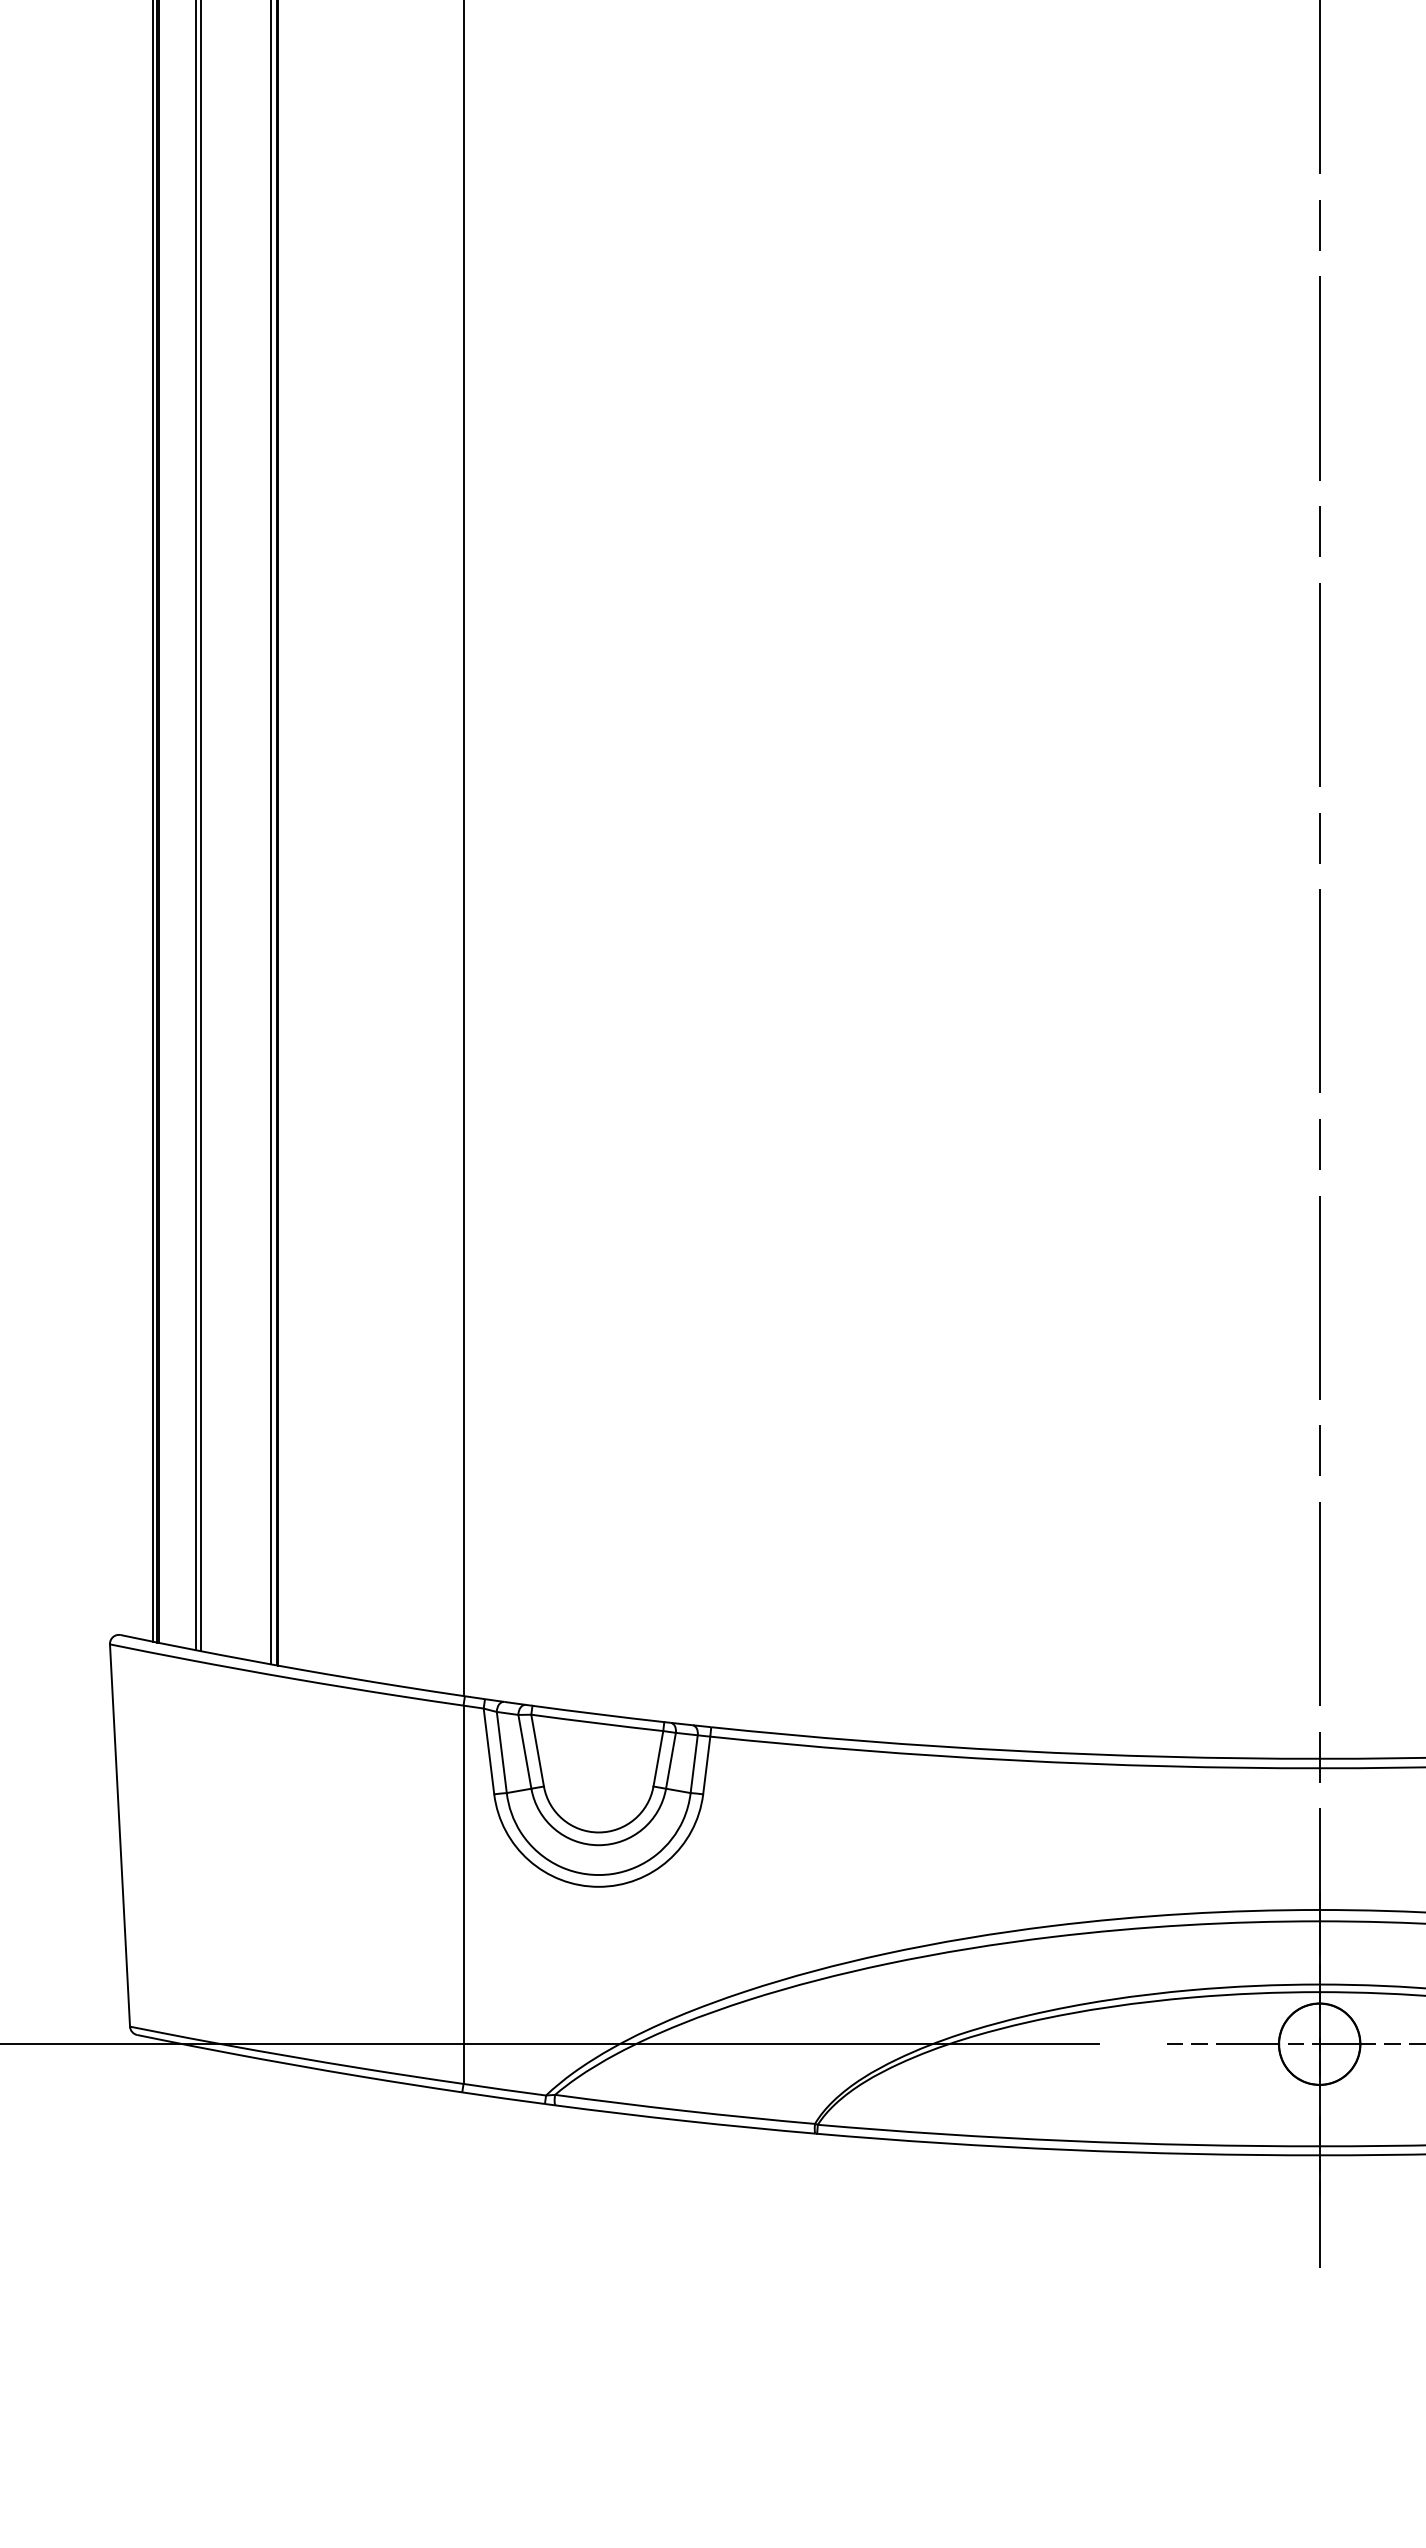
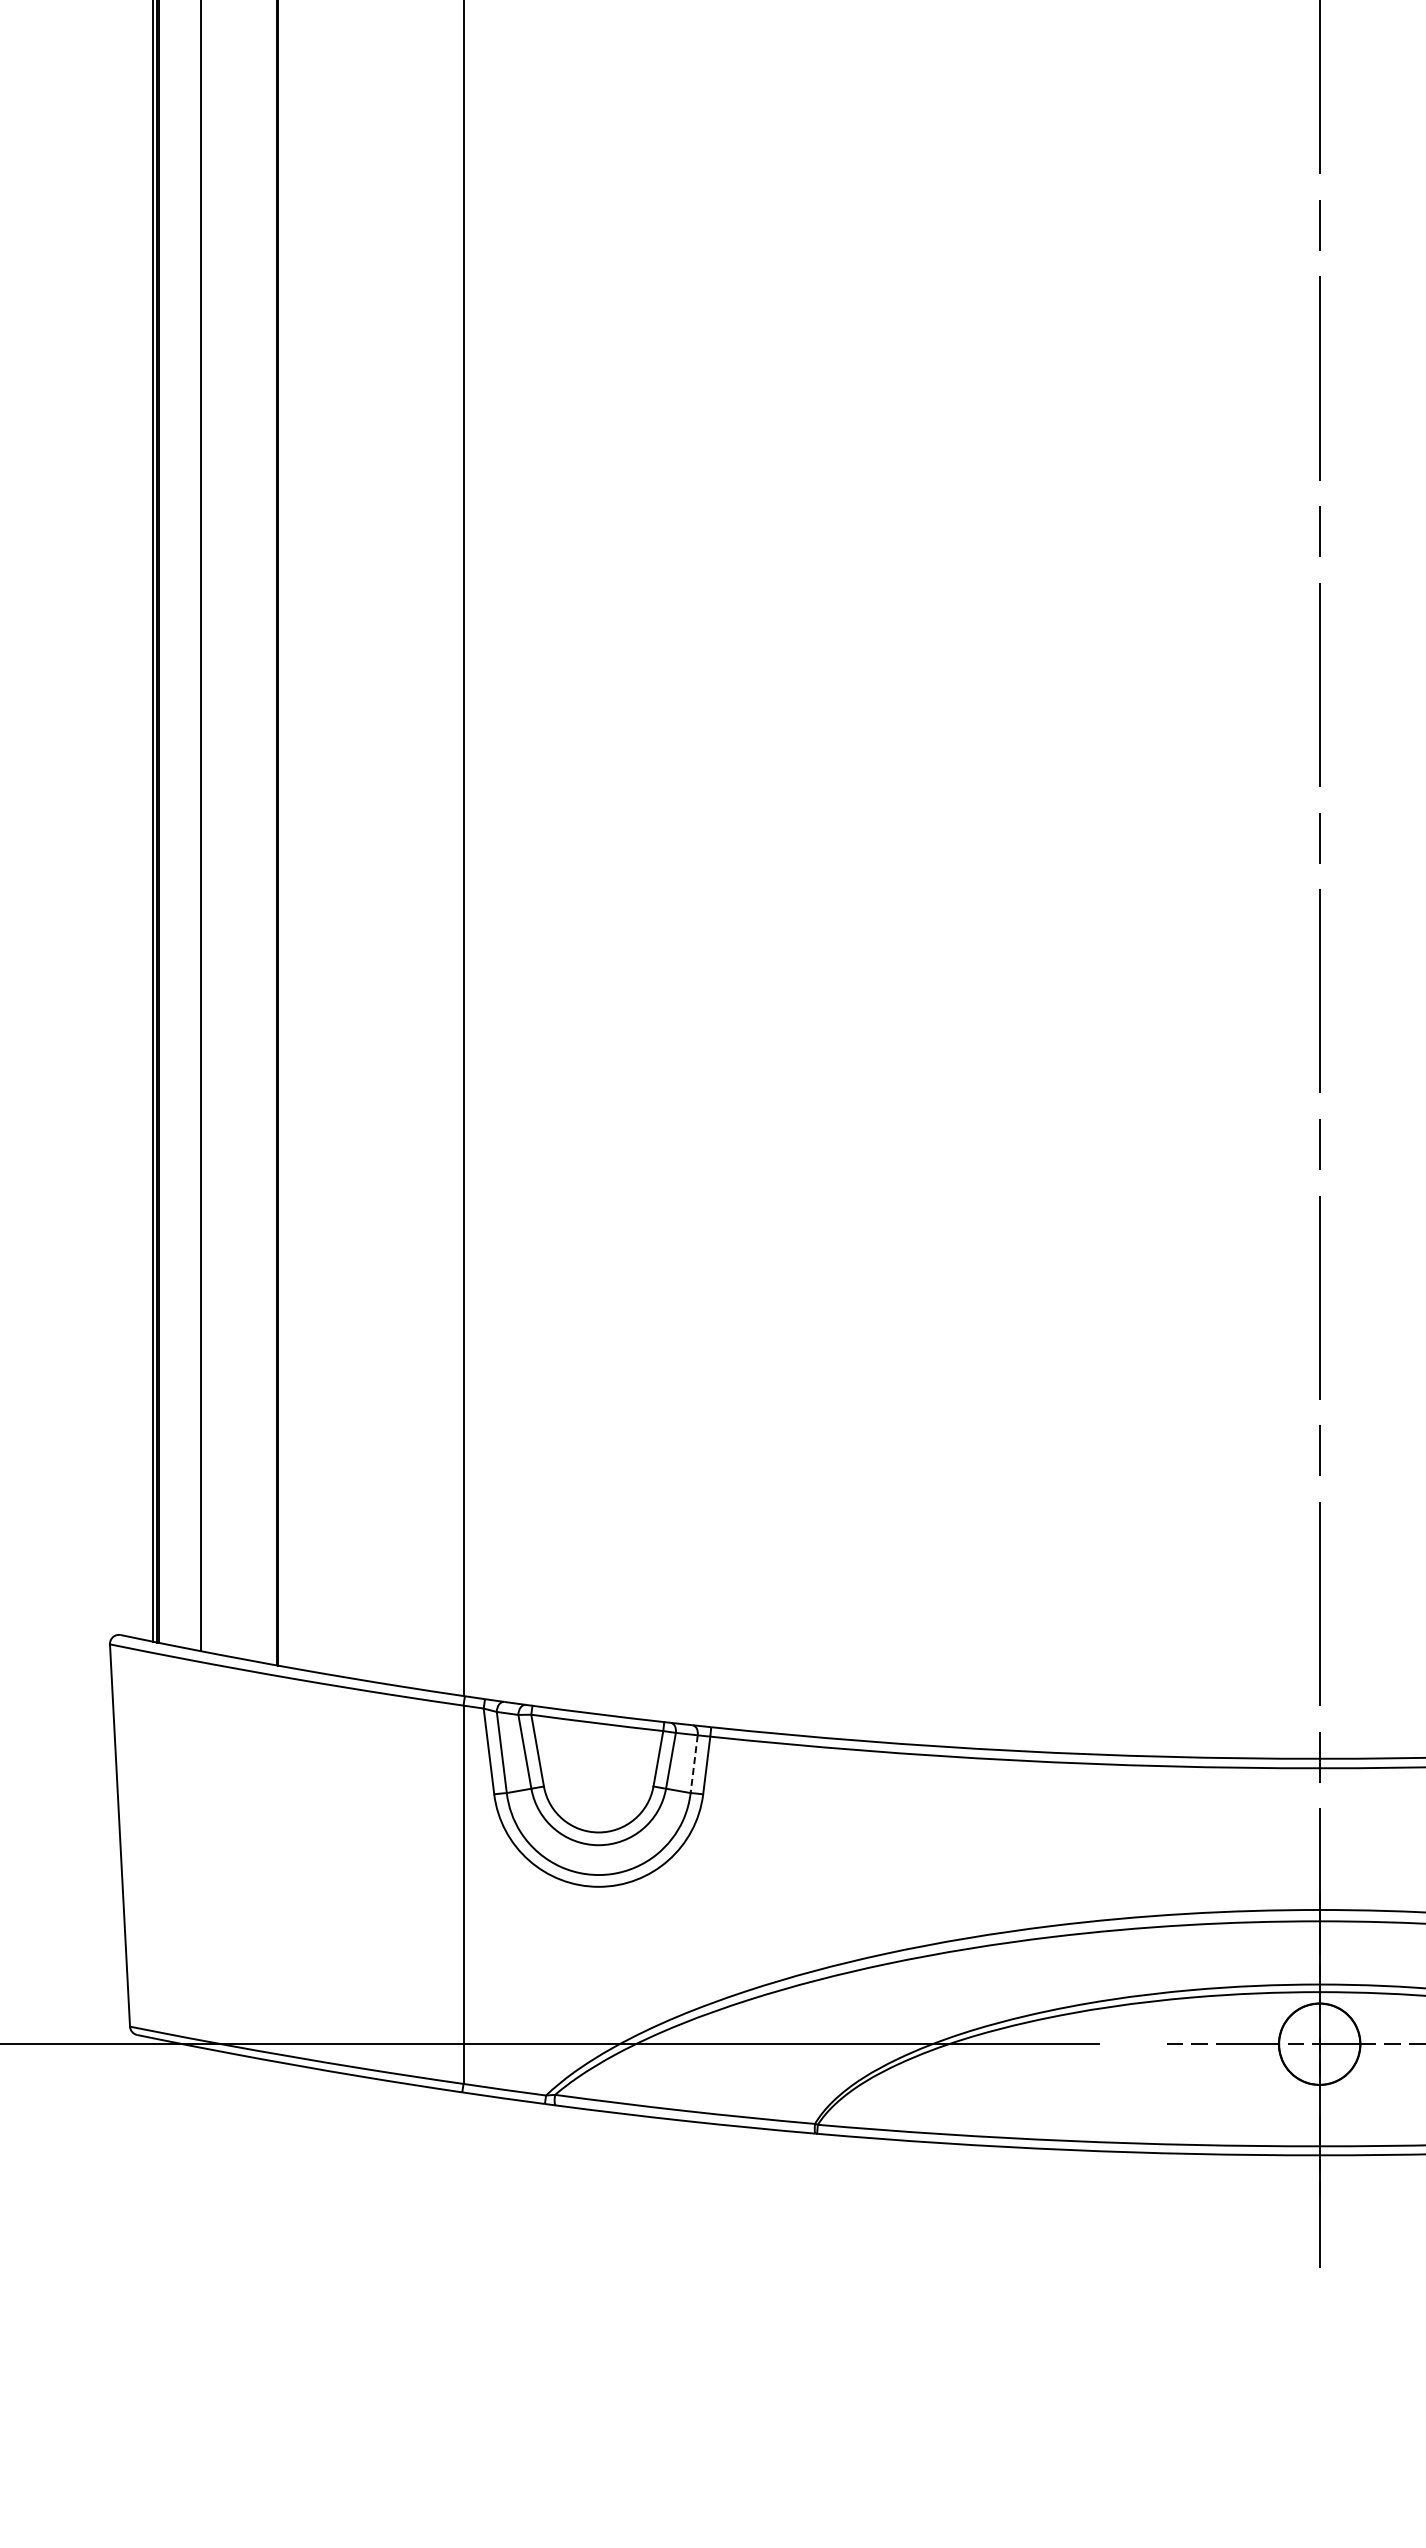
line at (196, 826): present -> none
line at (270, 833): present -> none
line at (694, 1764): solid -> dashed
